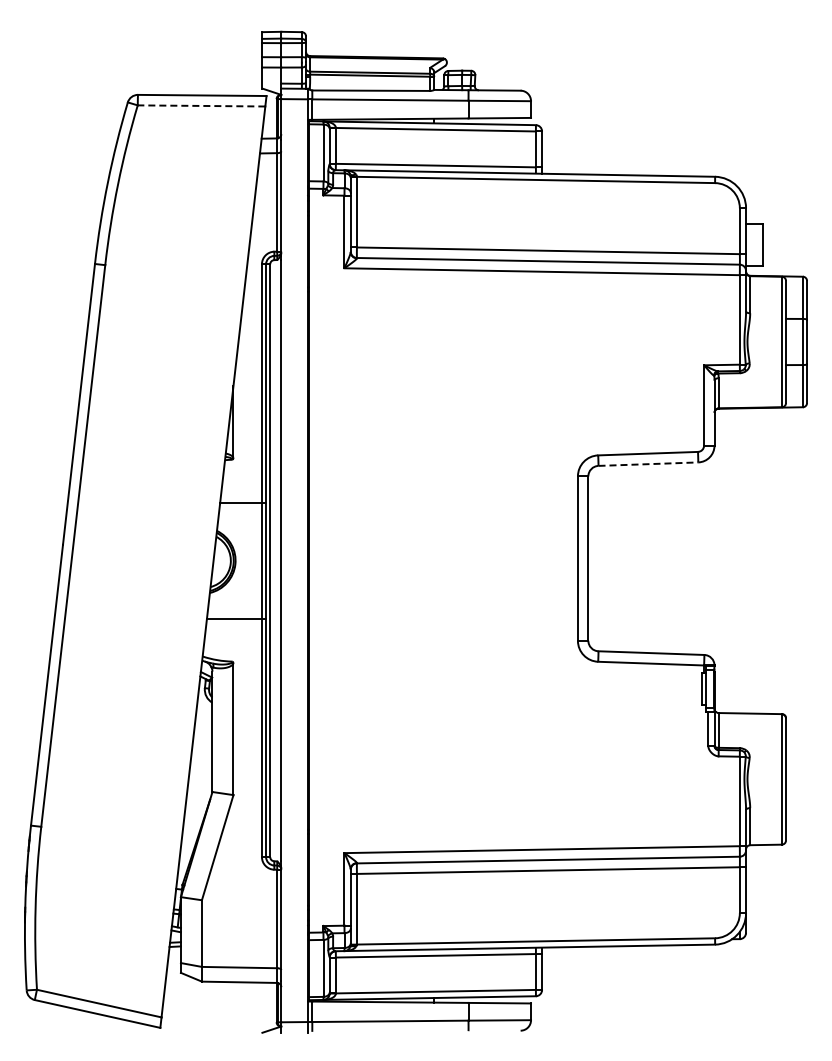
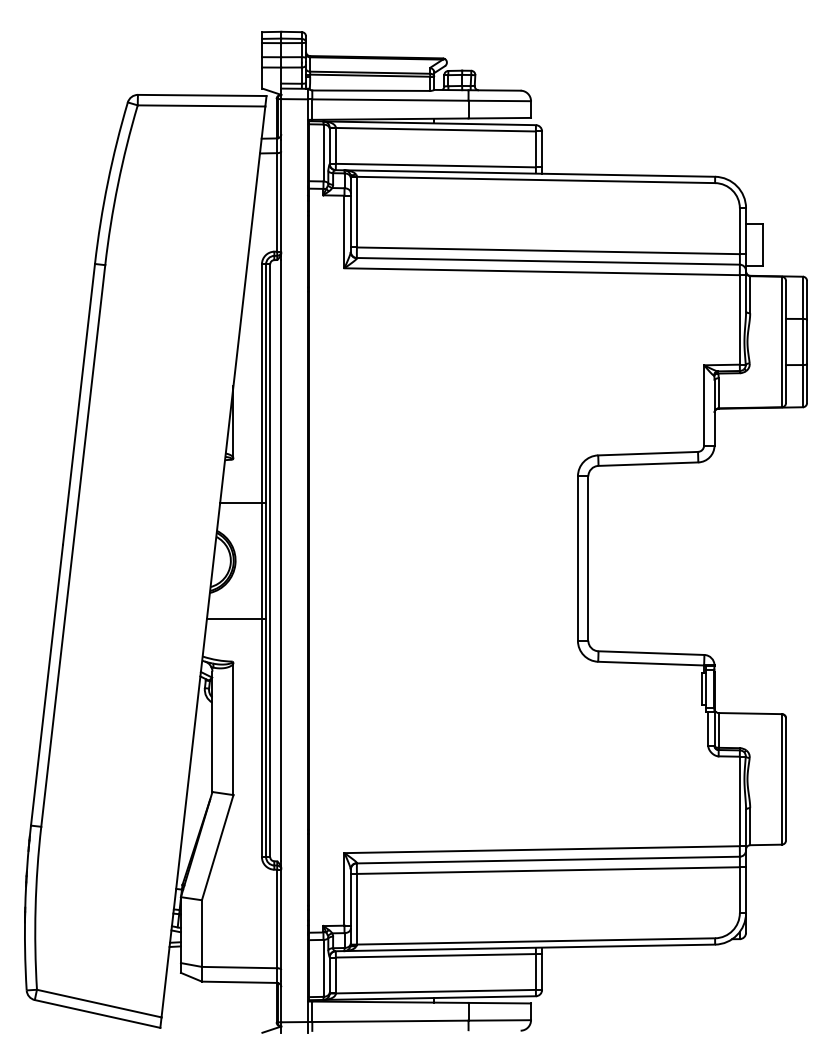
line at (201, 105): dashed -> solid
line at (648, 464): dashed -> solid
